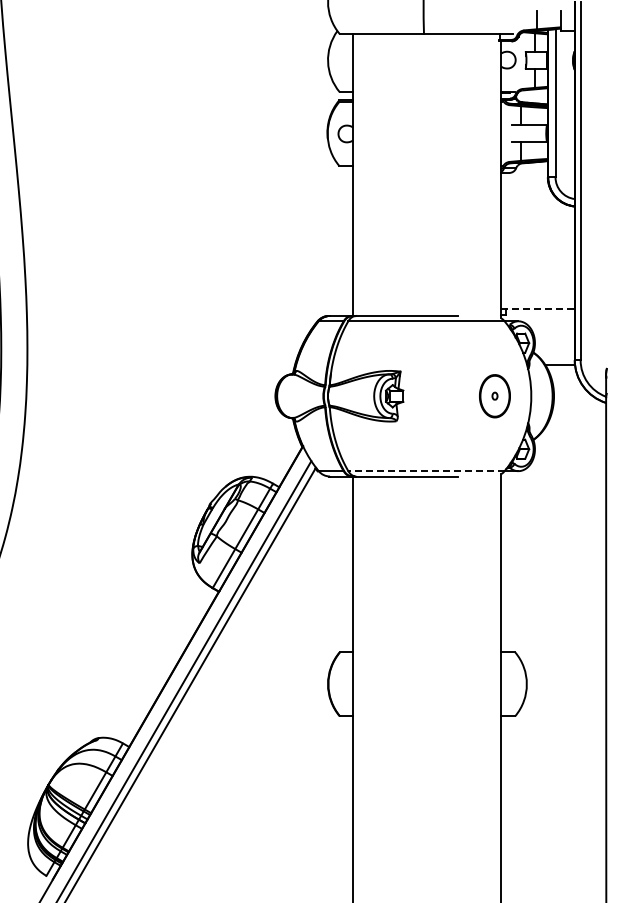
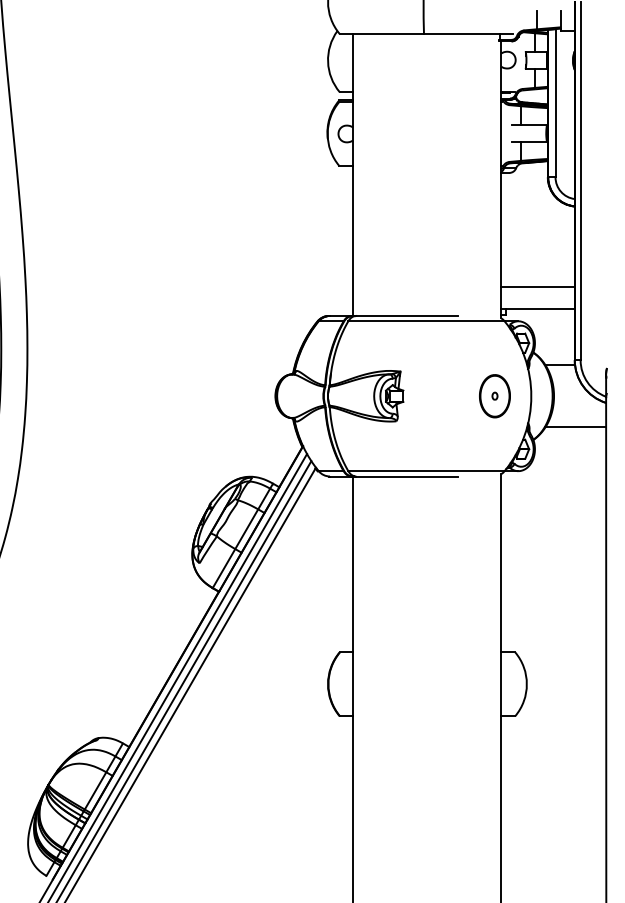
line at (537, 286): none -> present
line at (538, 308): dashed -> solid
line at (575, 427): none -> present
line at (425, 471): dashed -> solid
line at (178, 676): none -> present
